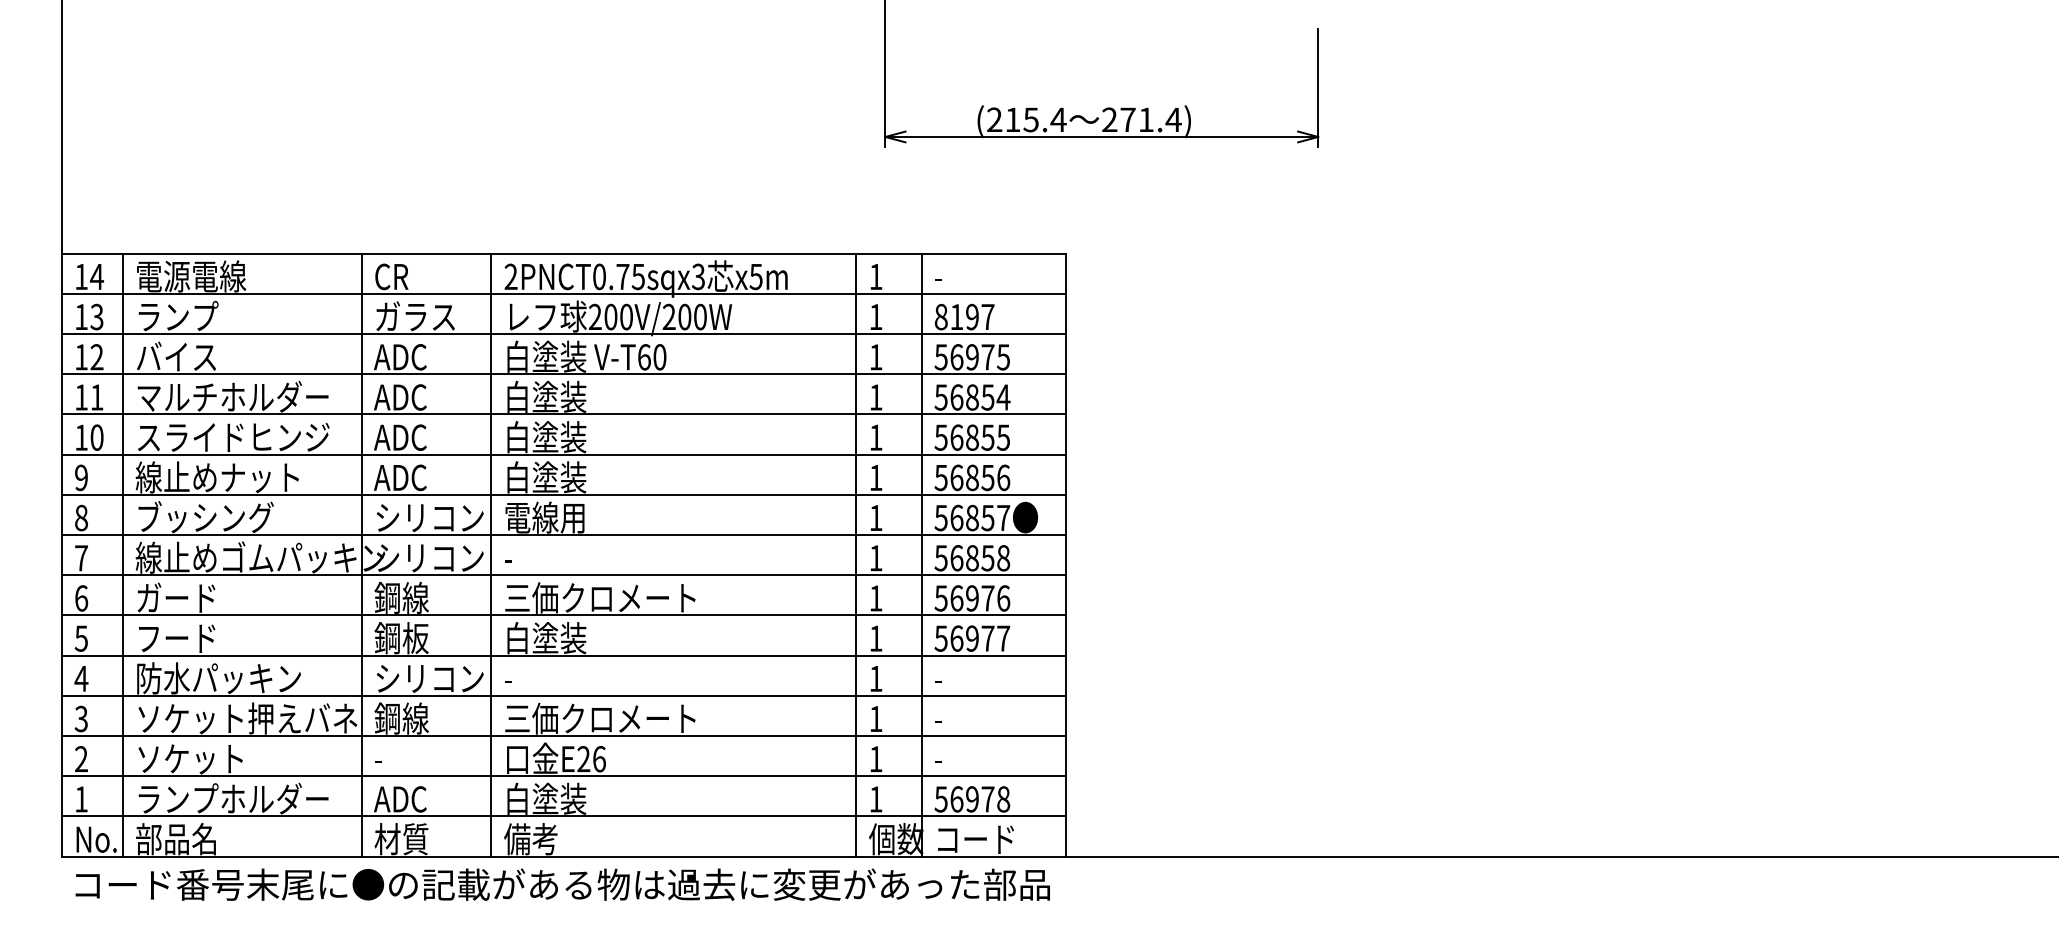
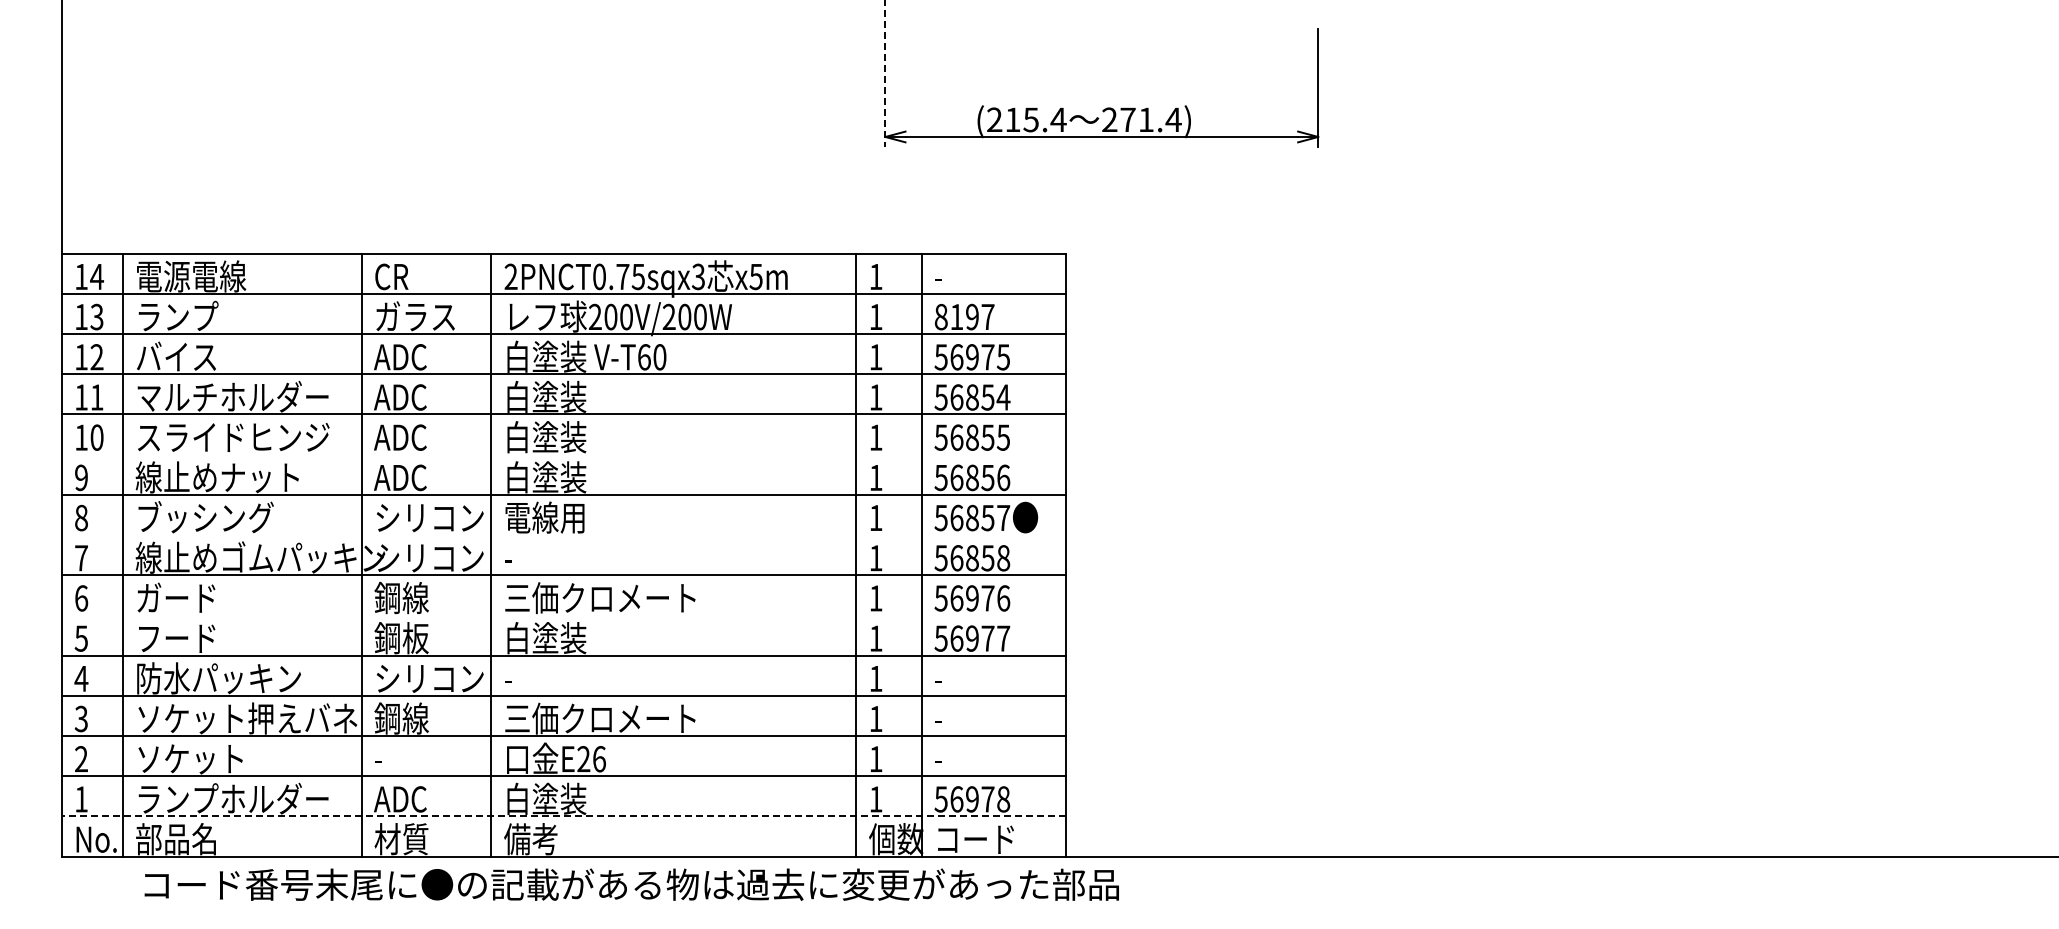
line at (885, 74): solid -> dashed
line at (563, 454): present -> none
line at (563, 534): present -> none
line at (563, 615): present -> none
line at (563, 816): solid -> dashed
text at (562, 884) position: (562, 884) -> (631, 884)
